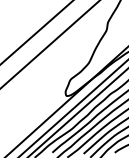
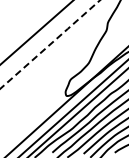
line at (50, 44): solid -> dashed
